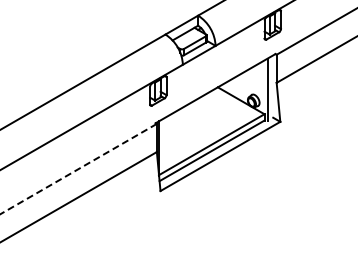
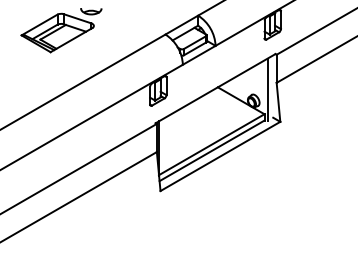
part at (61, 30): none -> present
line at (78, 169): dashed -> solid
